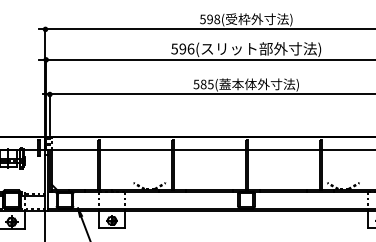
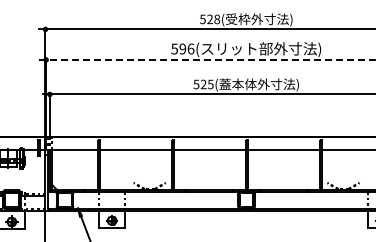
text at (209, 19): 598( -> 528(
line at (208, 59): solid -> dashed
text at (203, 84): 585( -> 525(
